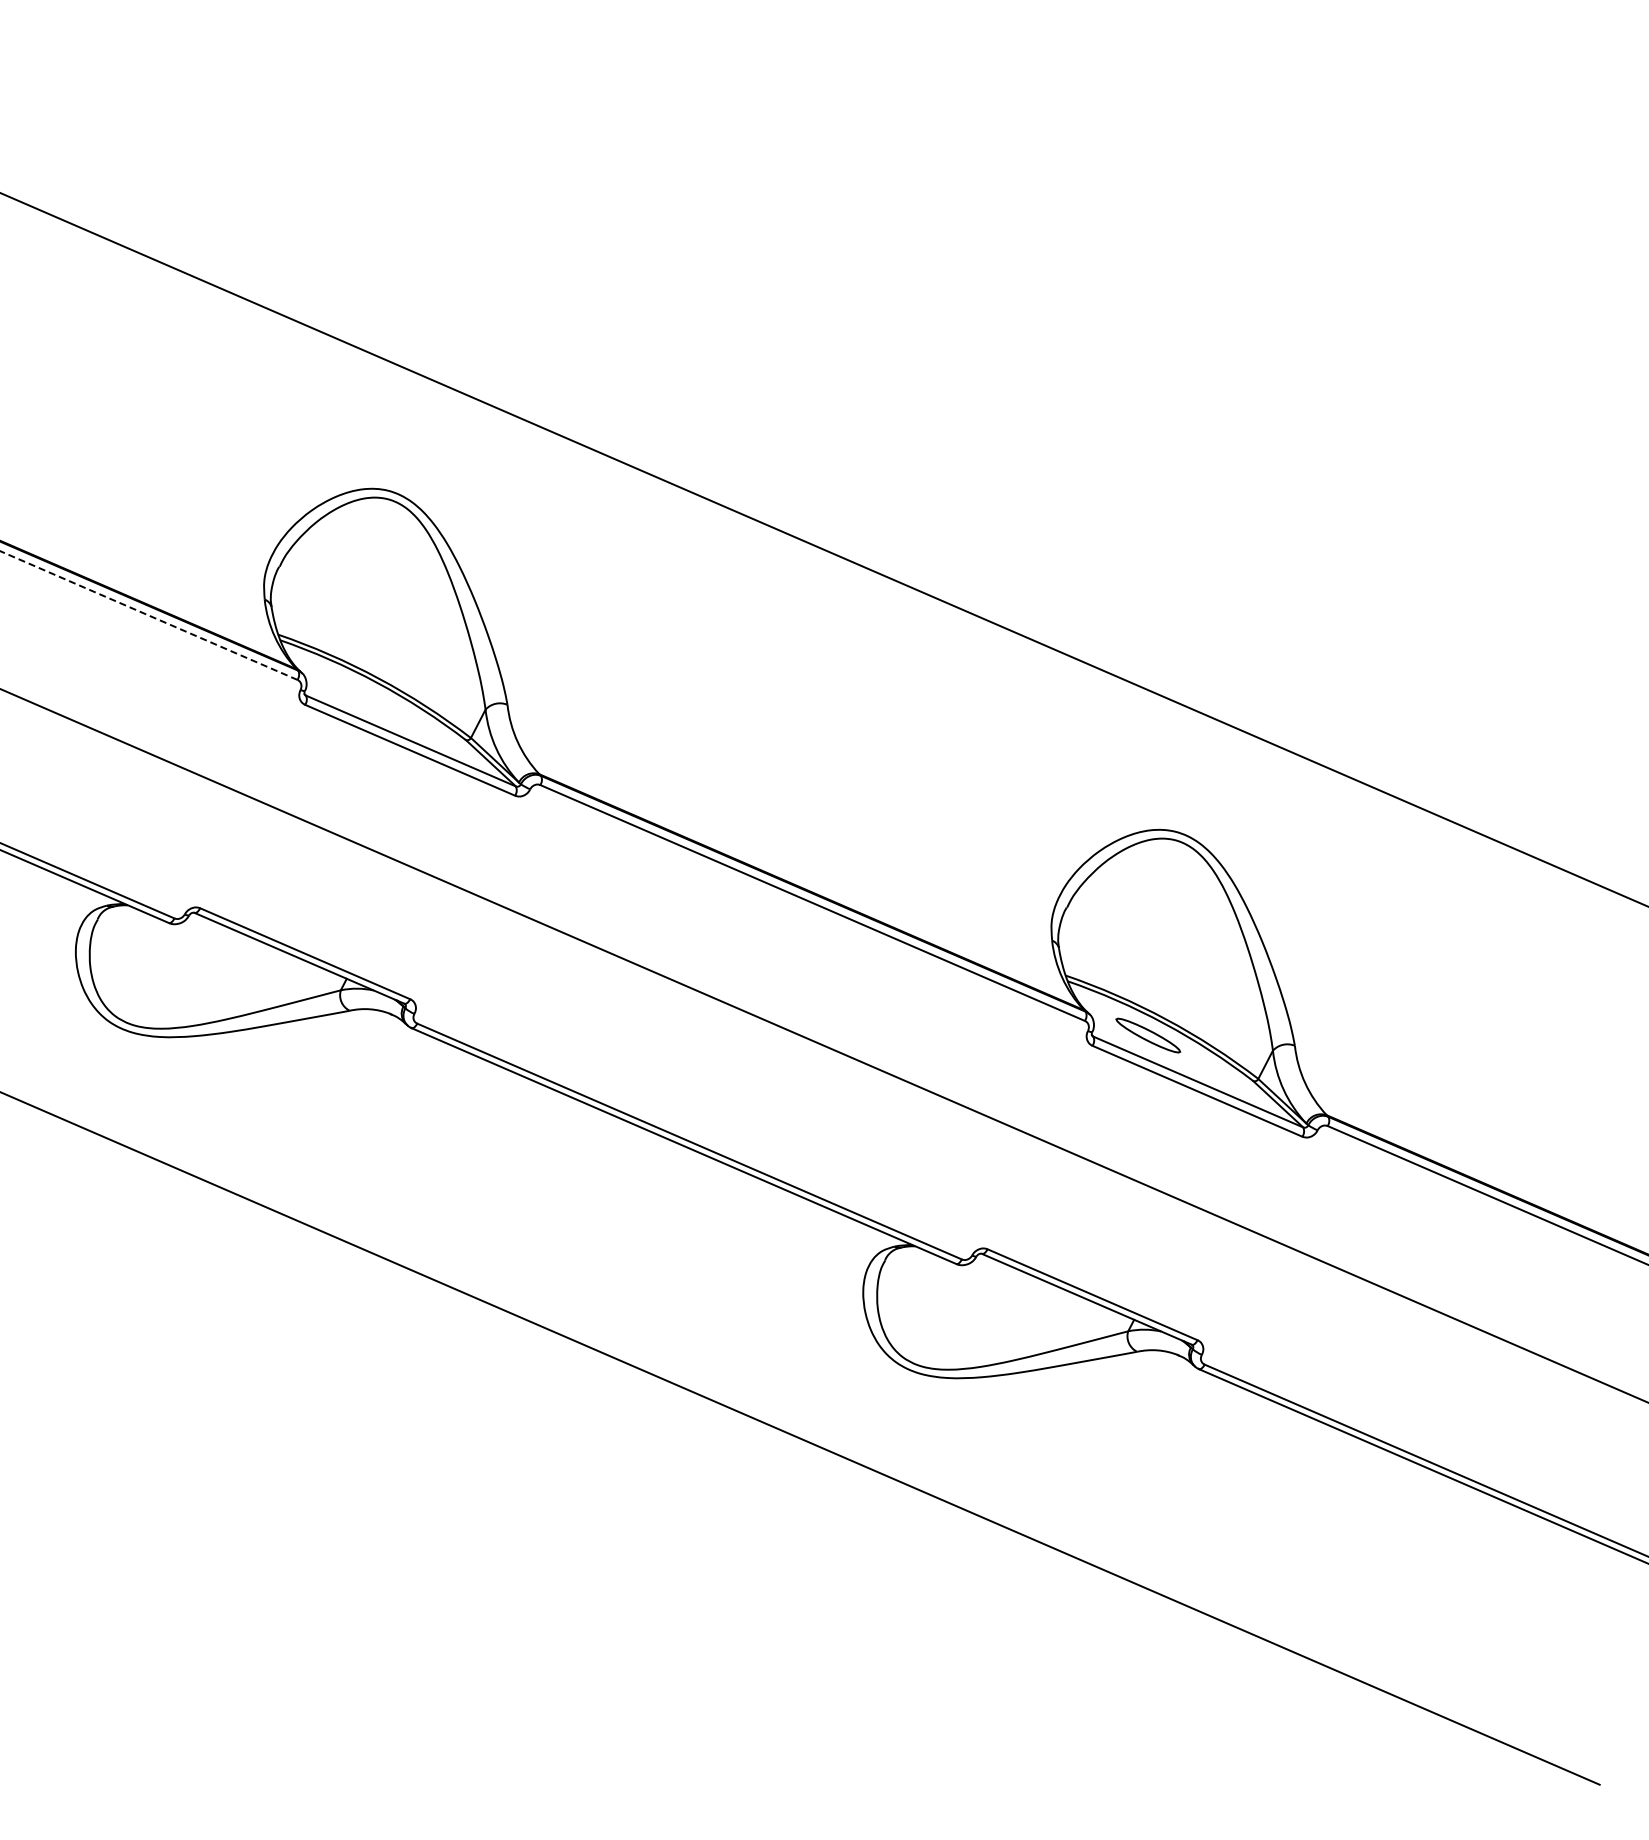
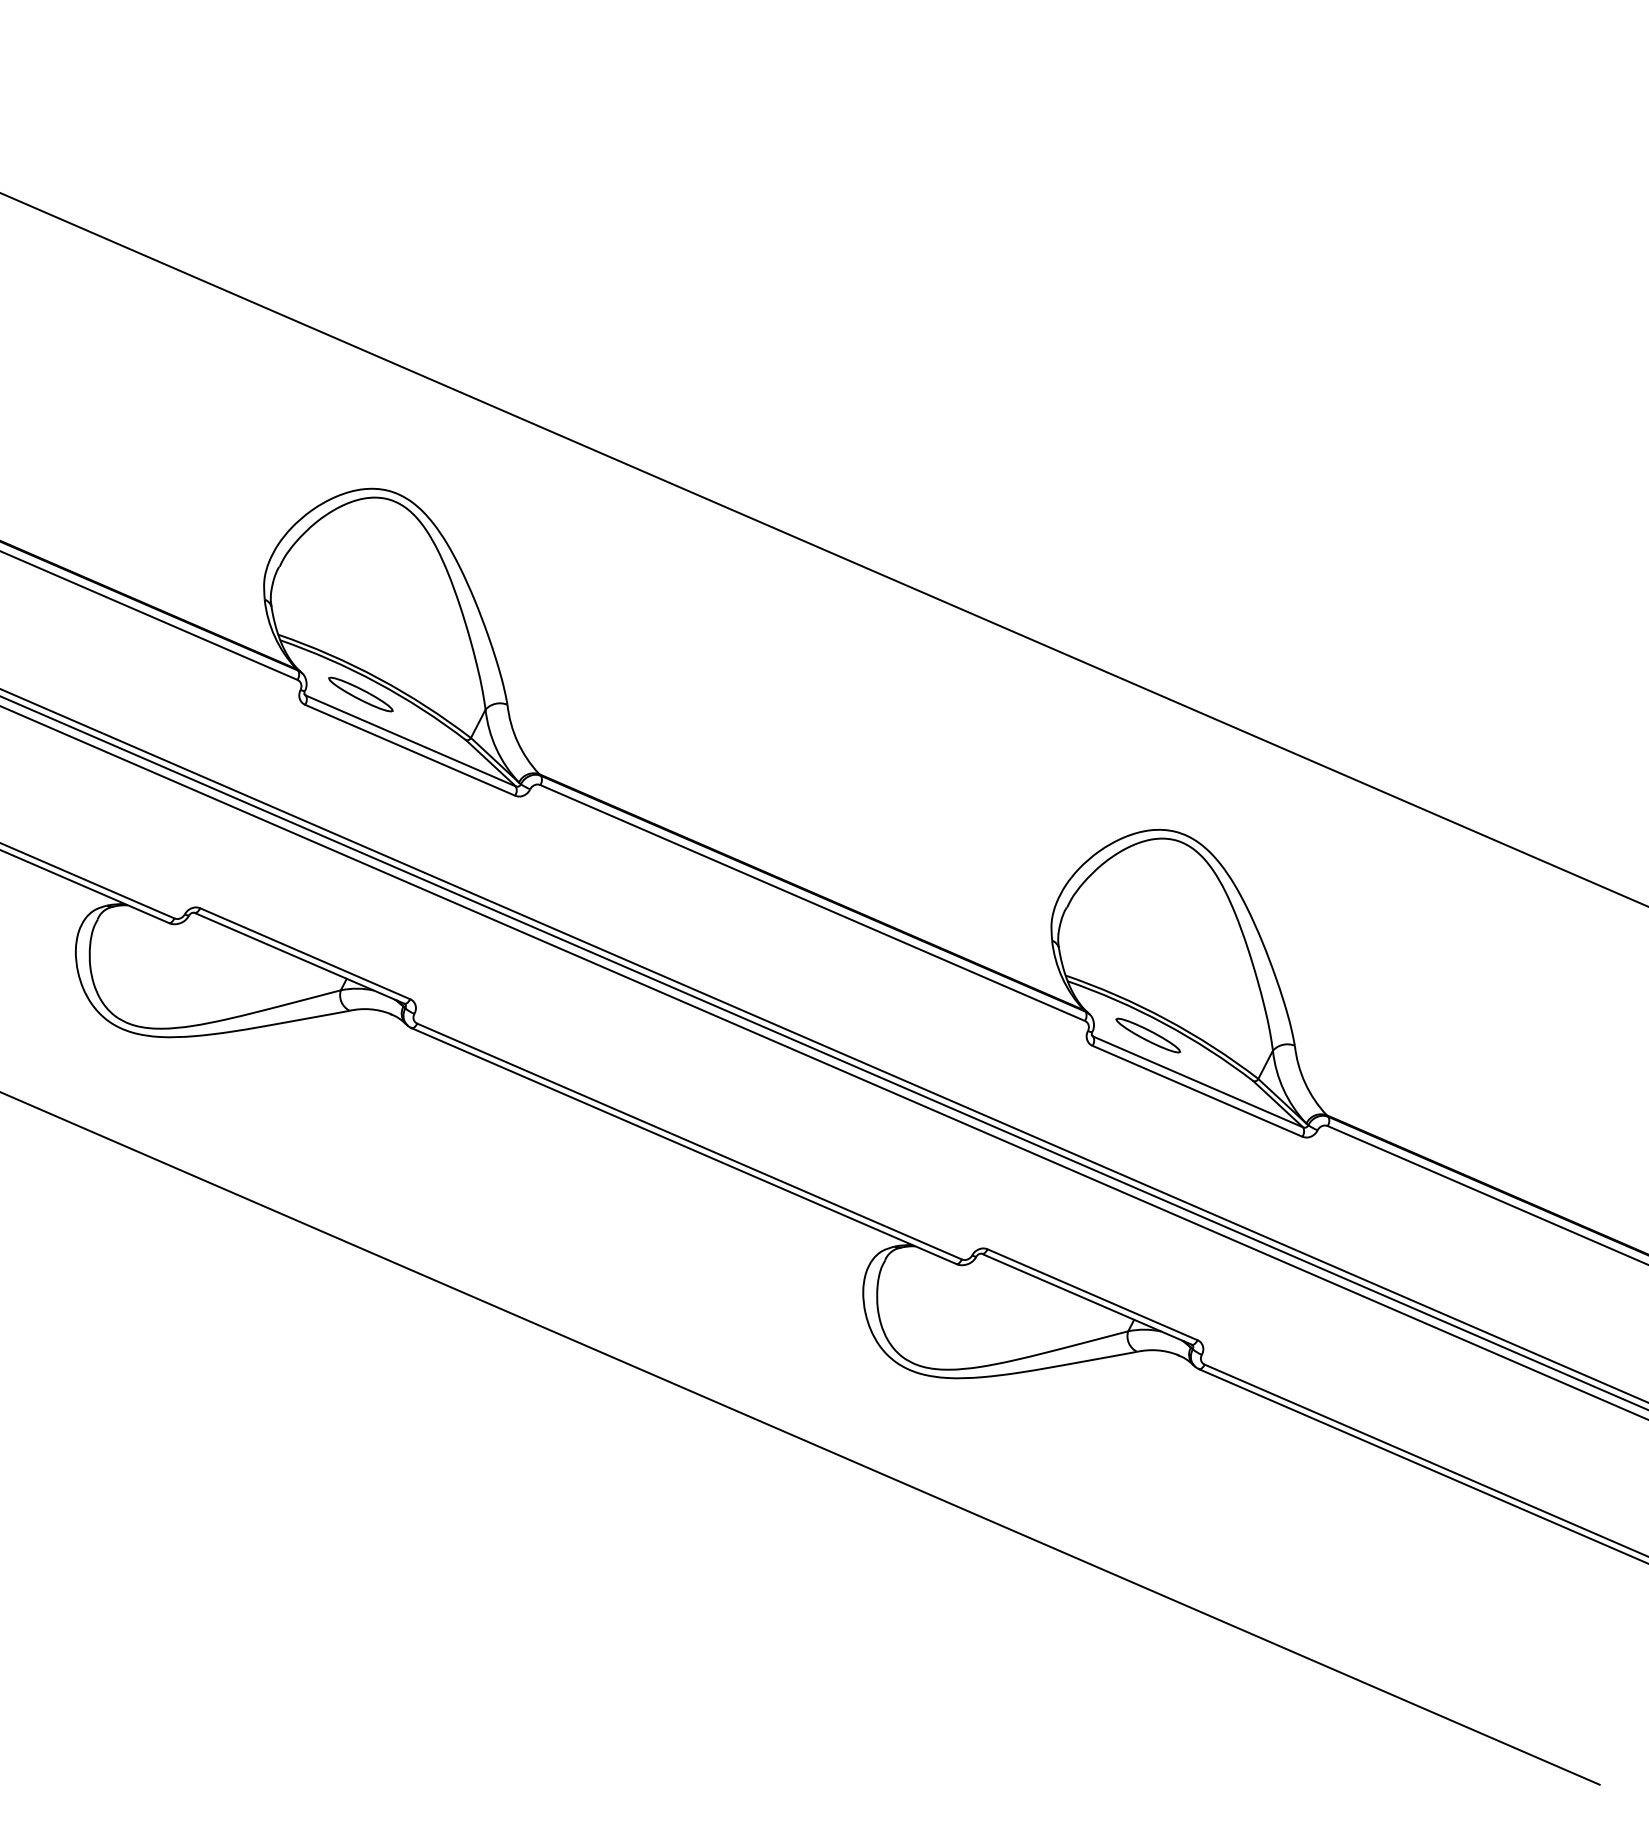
line at (149, 615): dashed -> solid
part at (360, 694): none -> present
line at (823, 1052): none -> present
line at (823, 1062): none -> present
